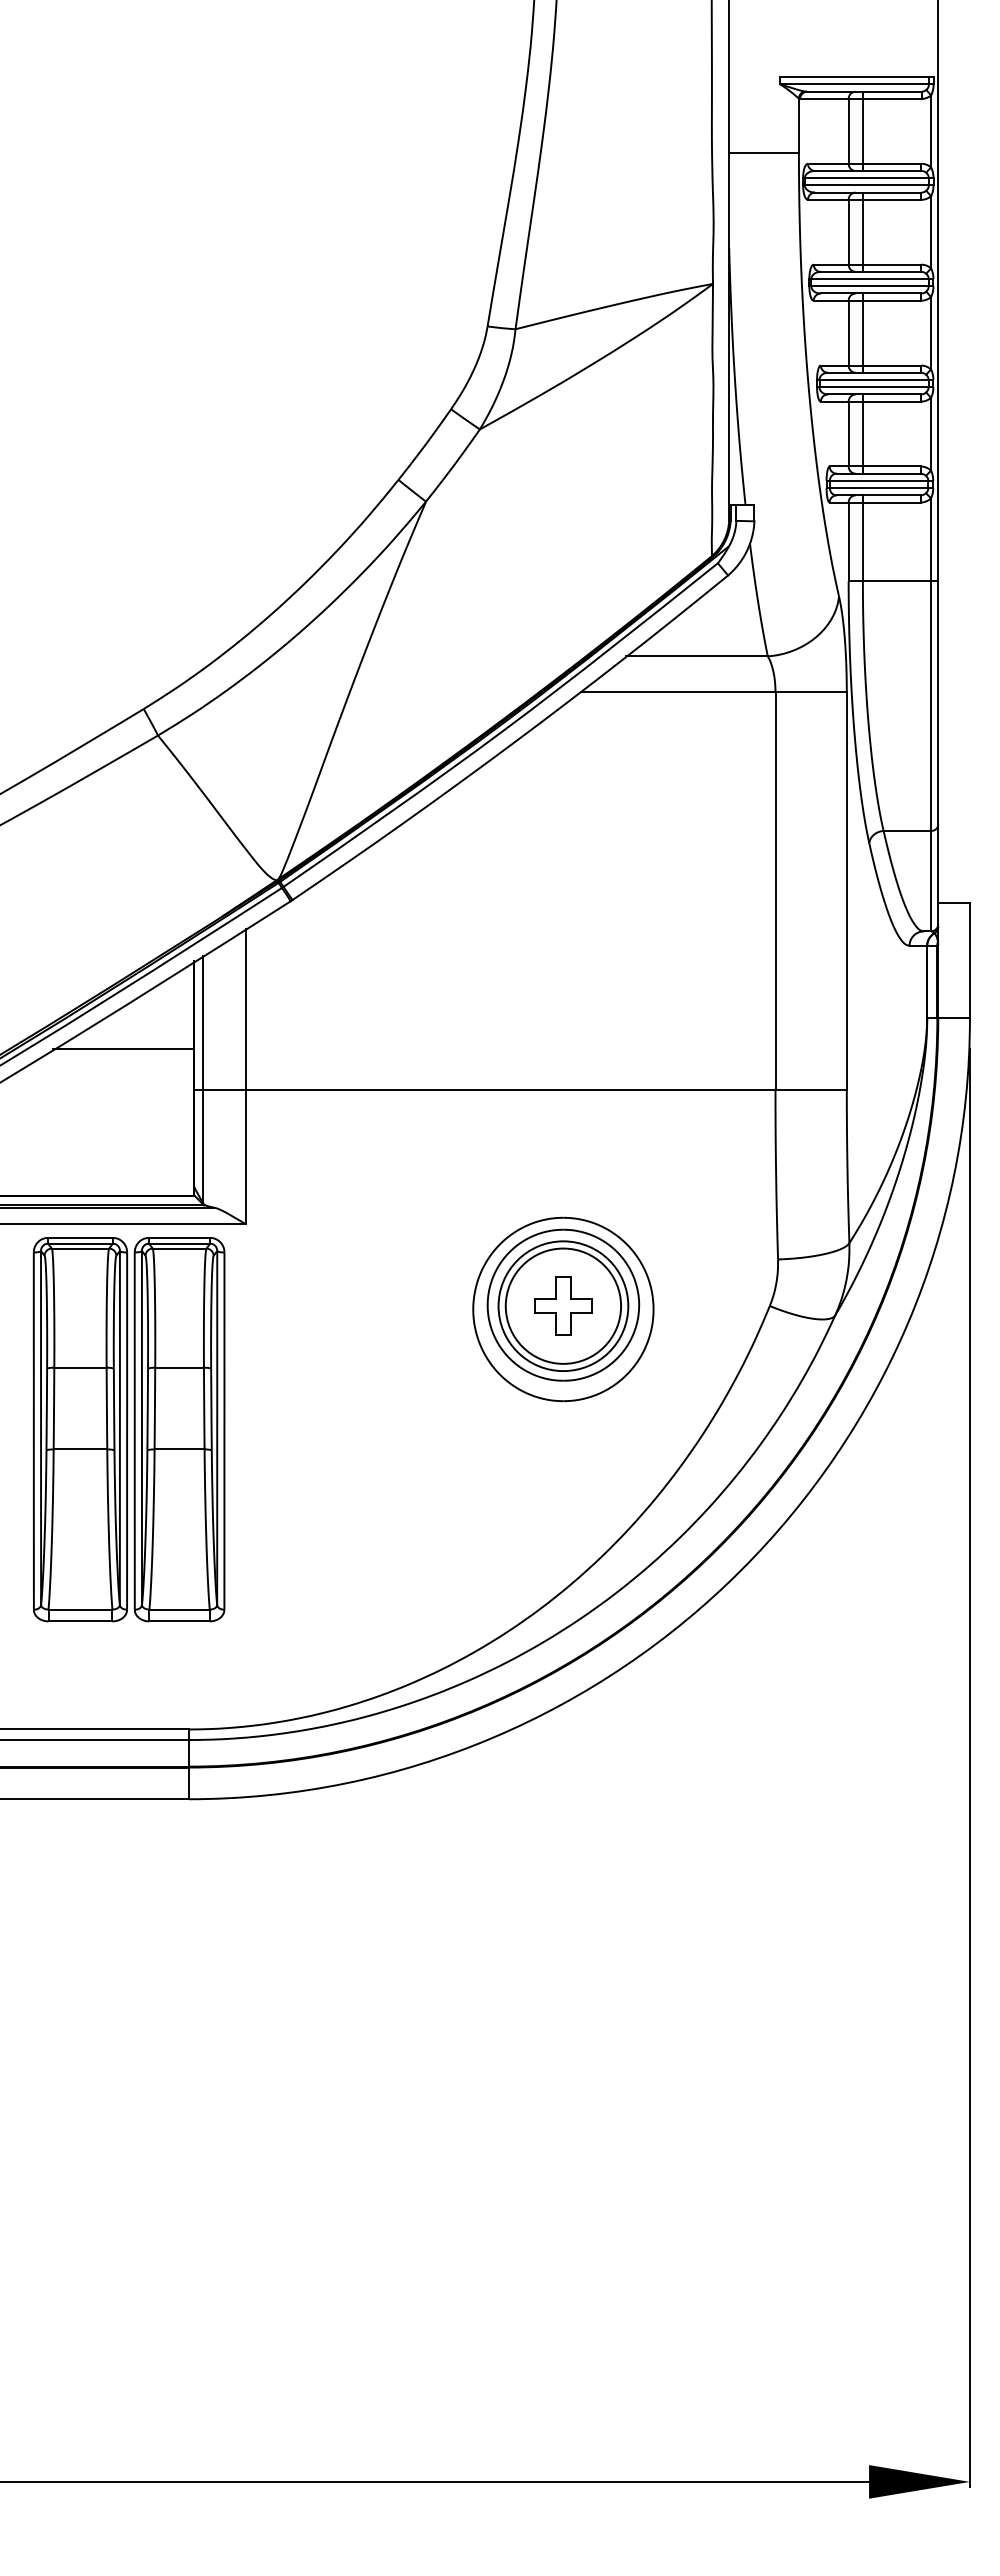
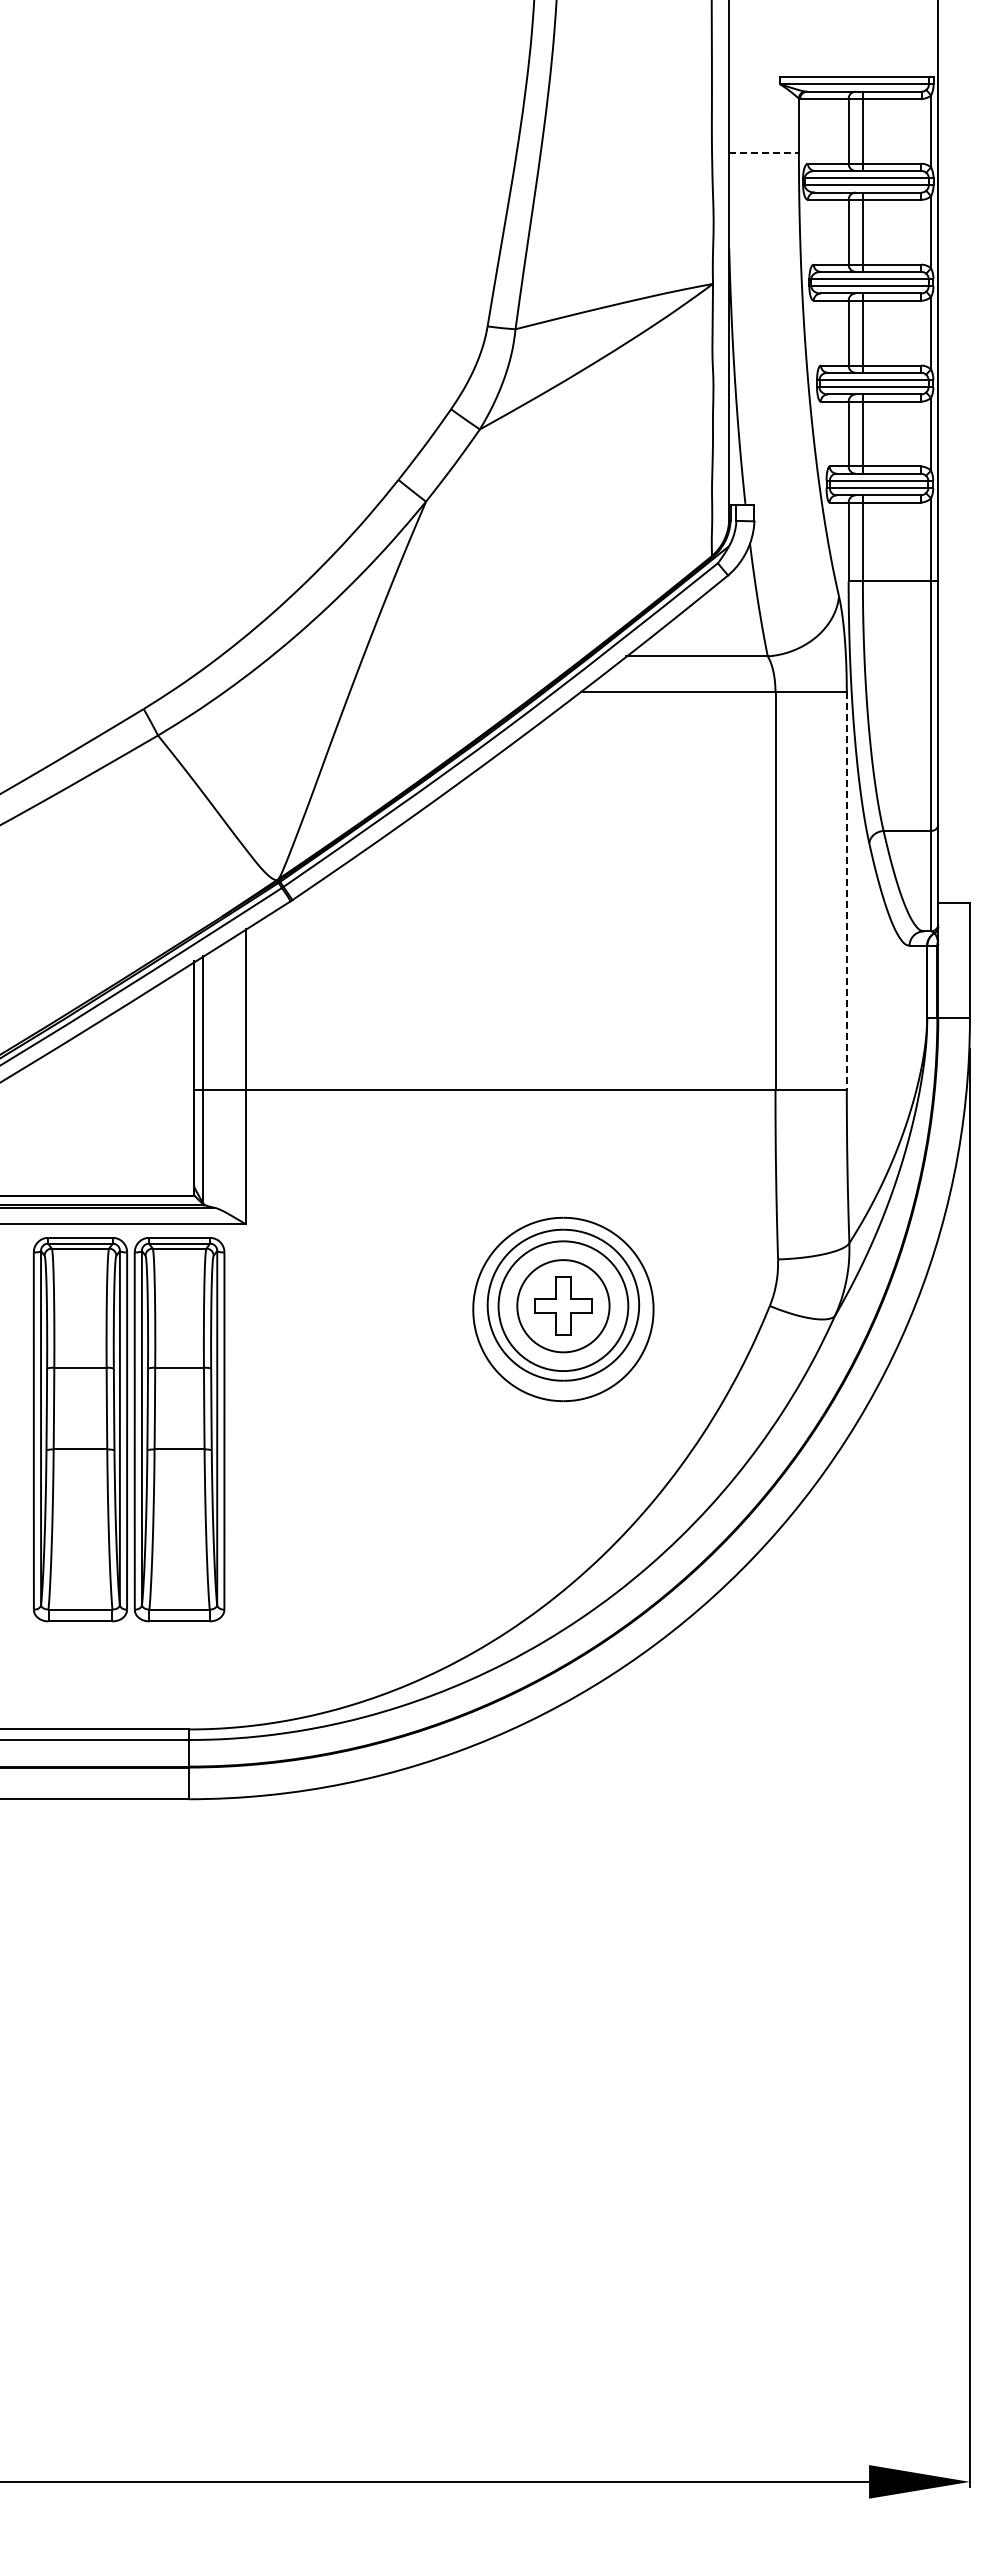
line at (764, 152): solid -> dashed
line at (846, 891): solid -> dashed
line at (123, 1049): present -> none
circle at (563, 1305) diameter: 115 px -> 92 px
